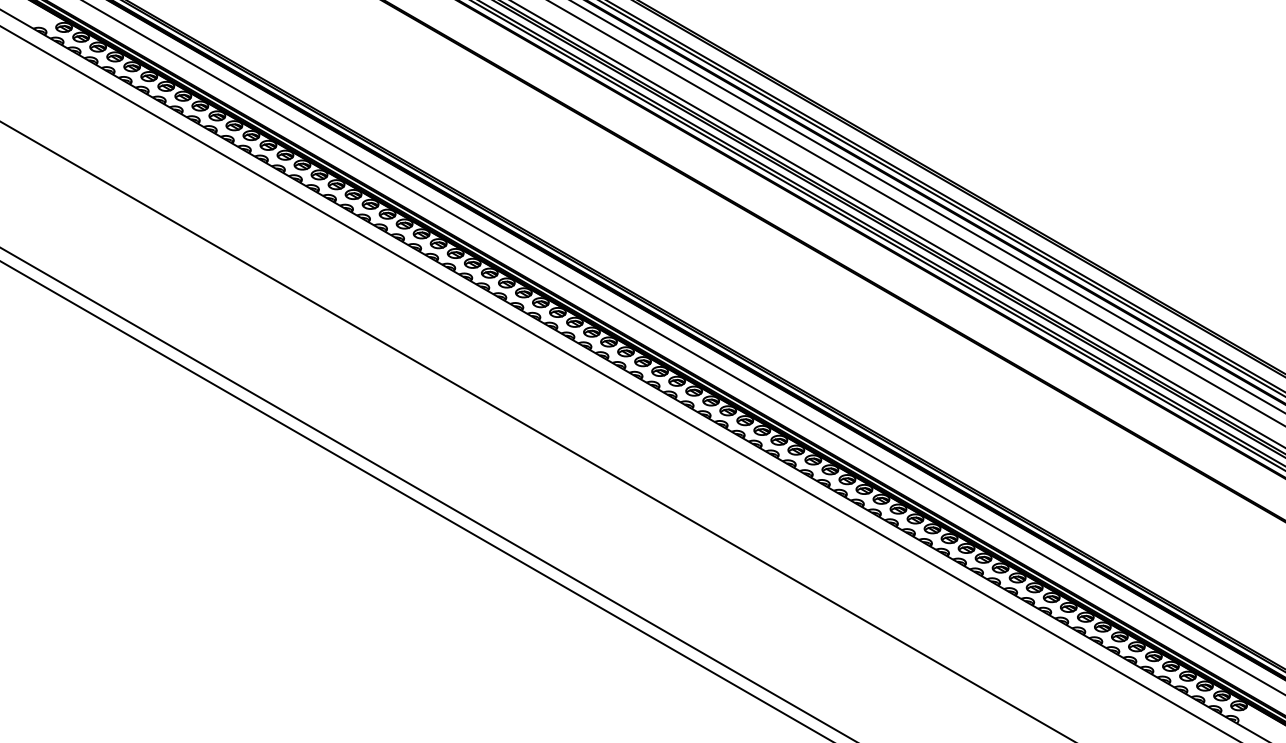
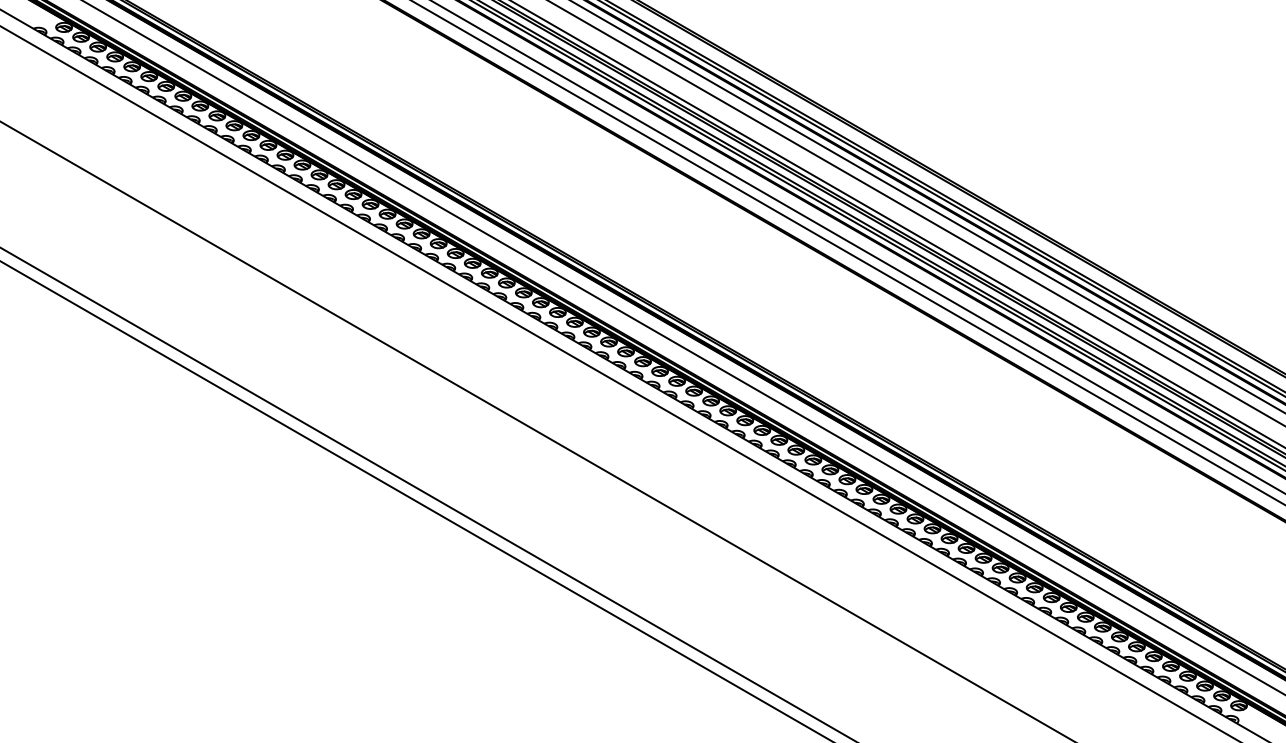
line at (857, 247): none -> present
line at (848, 252): none -> present
